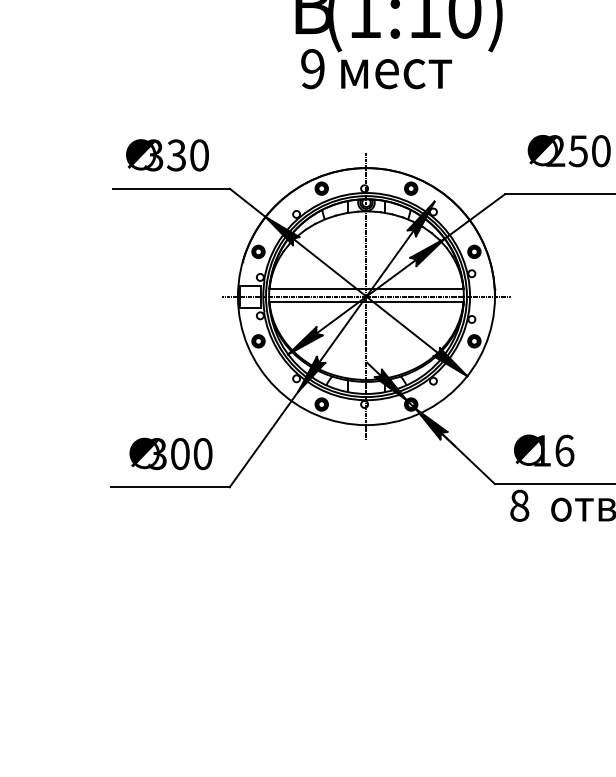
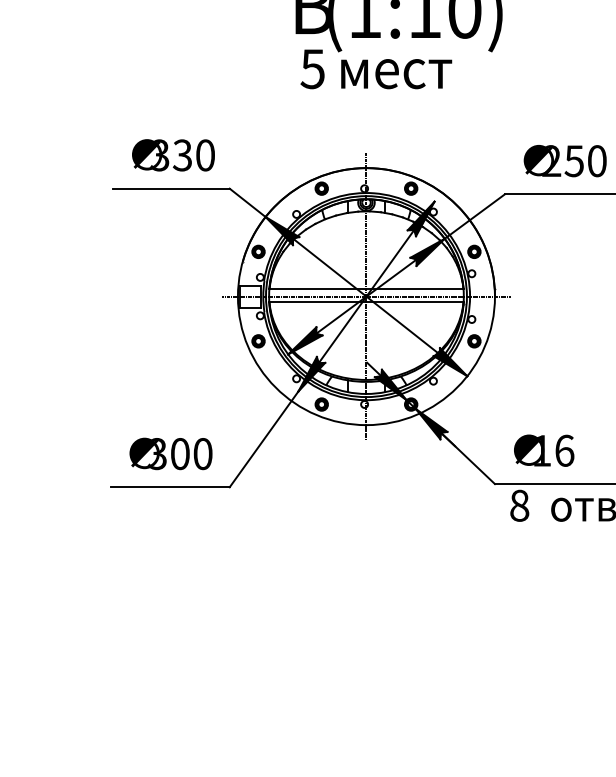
text at (312, 69): 9 -> 5
text at (568, 151) position: (568, 151) -> (564, 161)
text at (167, 155) position: (167, 155) -> (173, 155)
